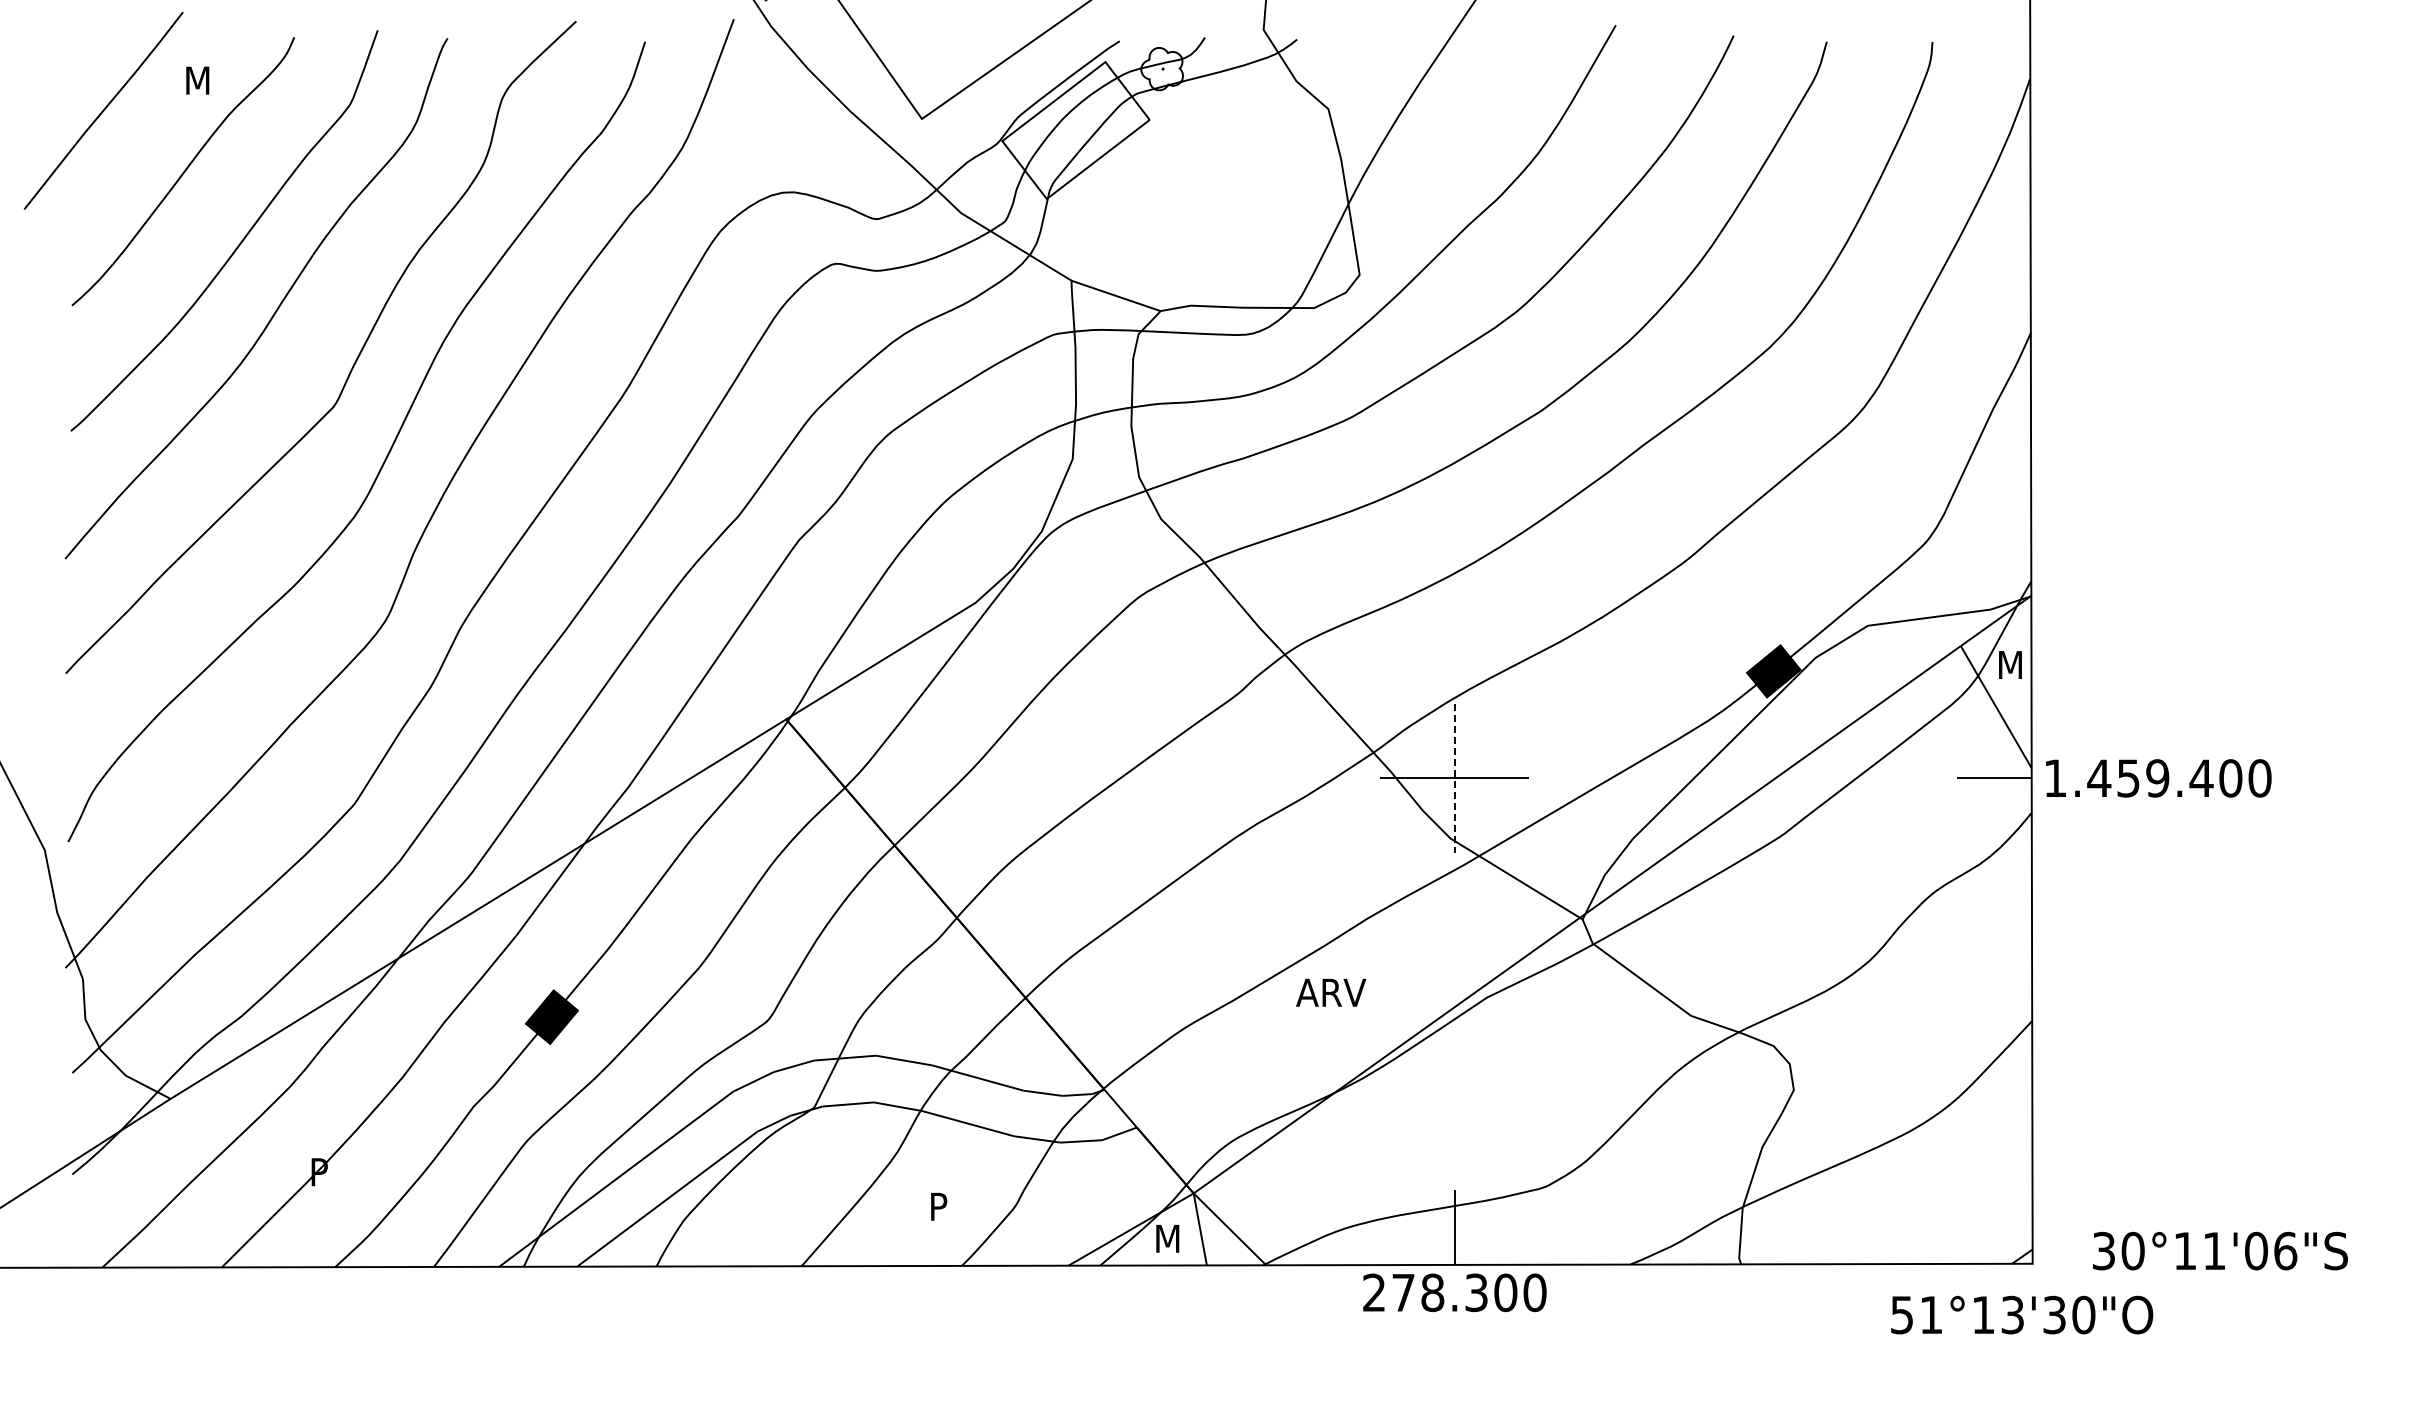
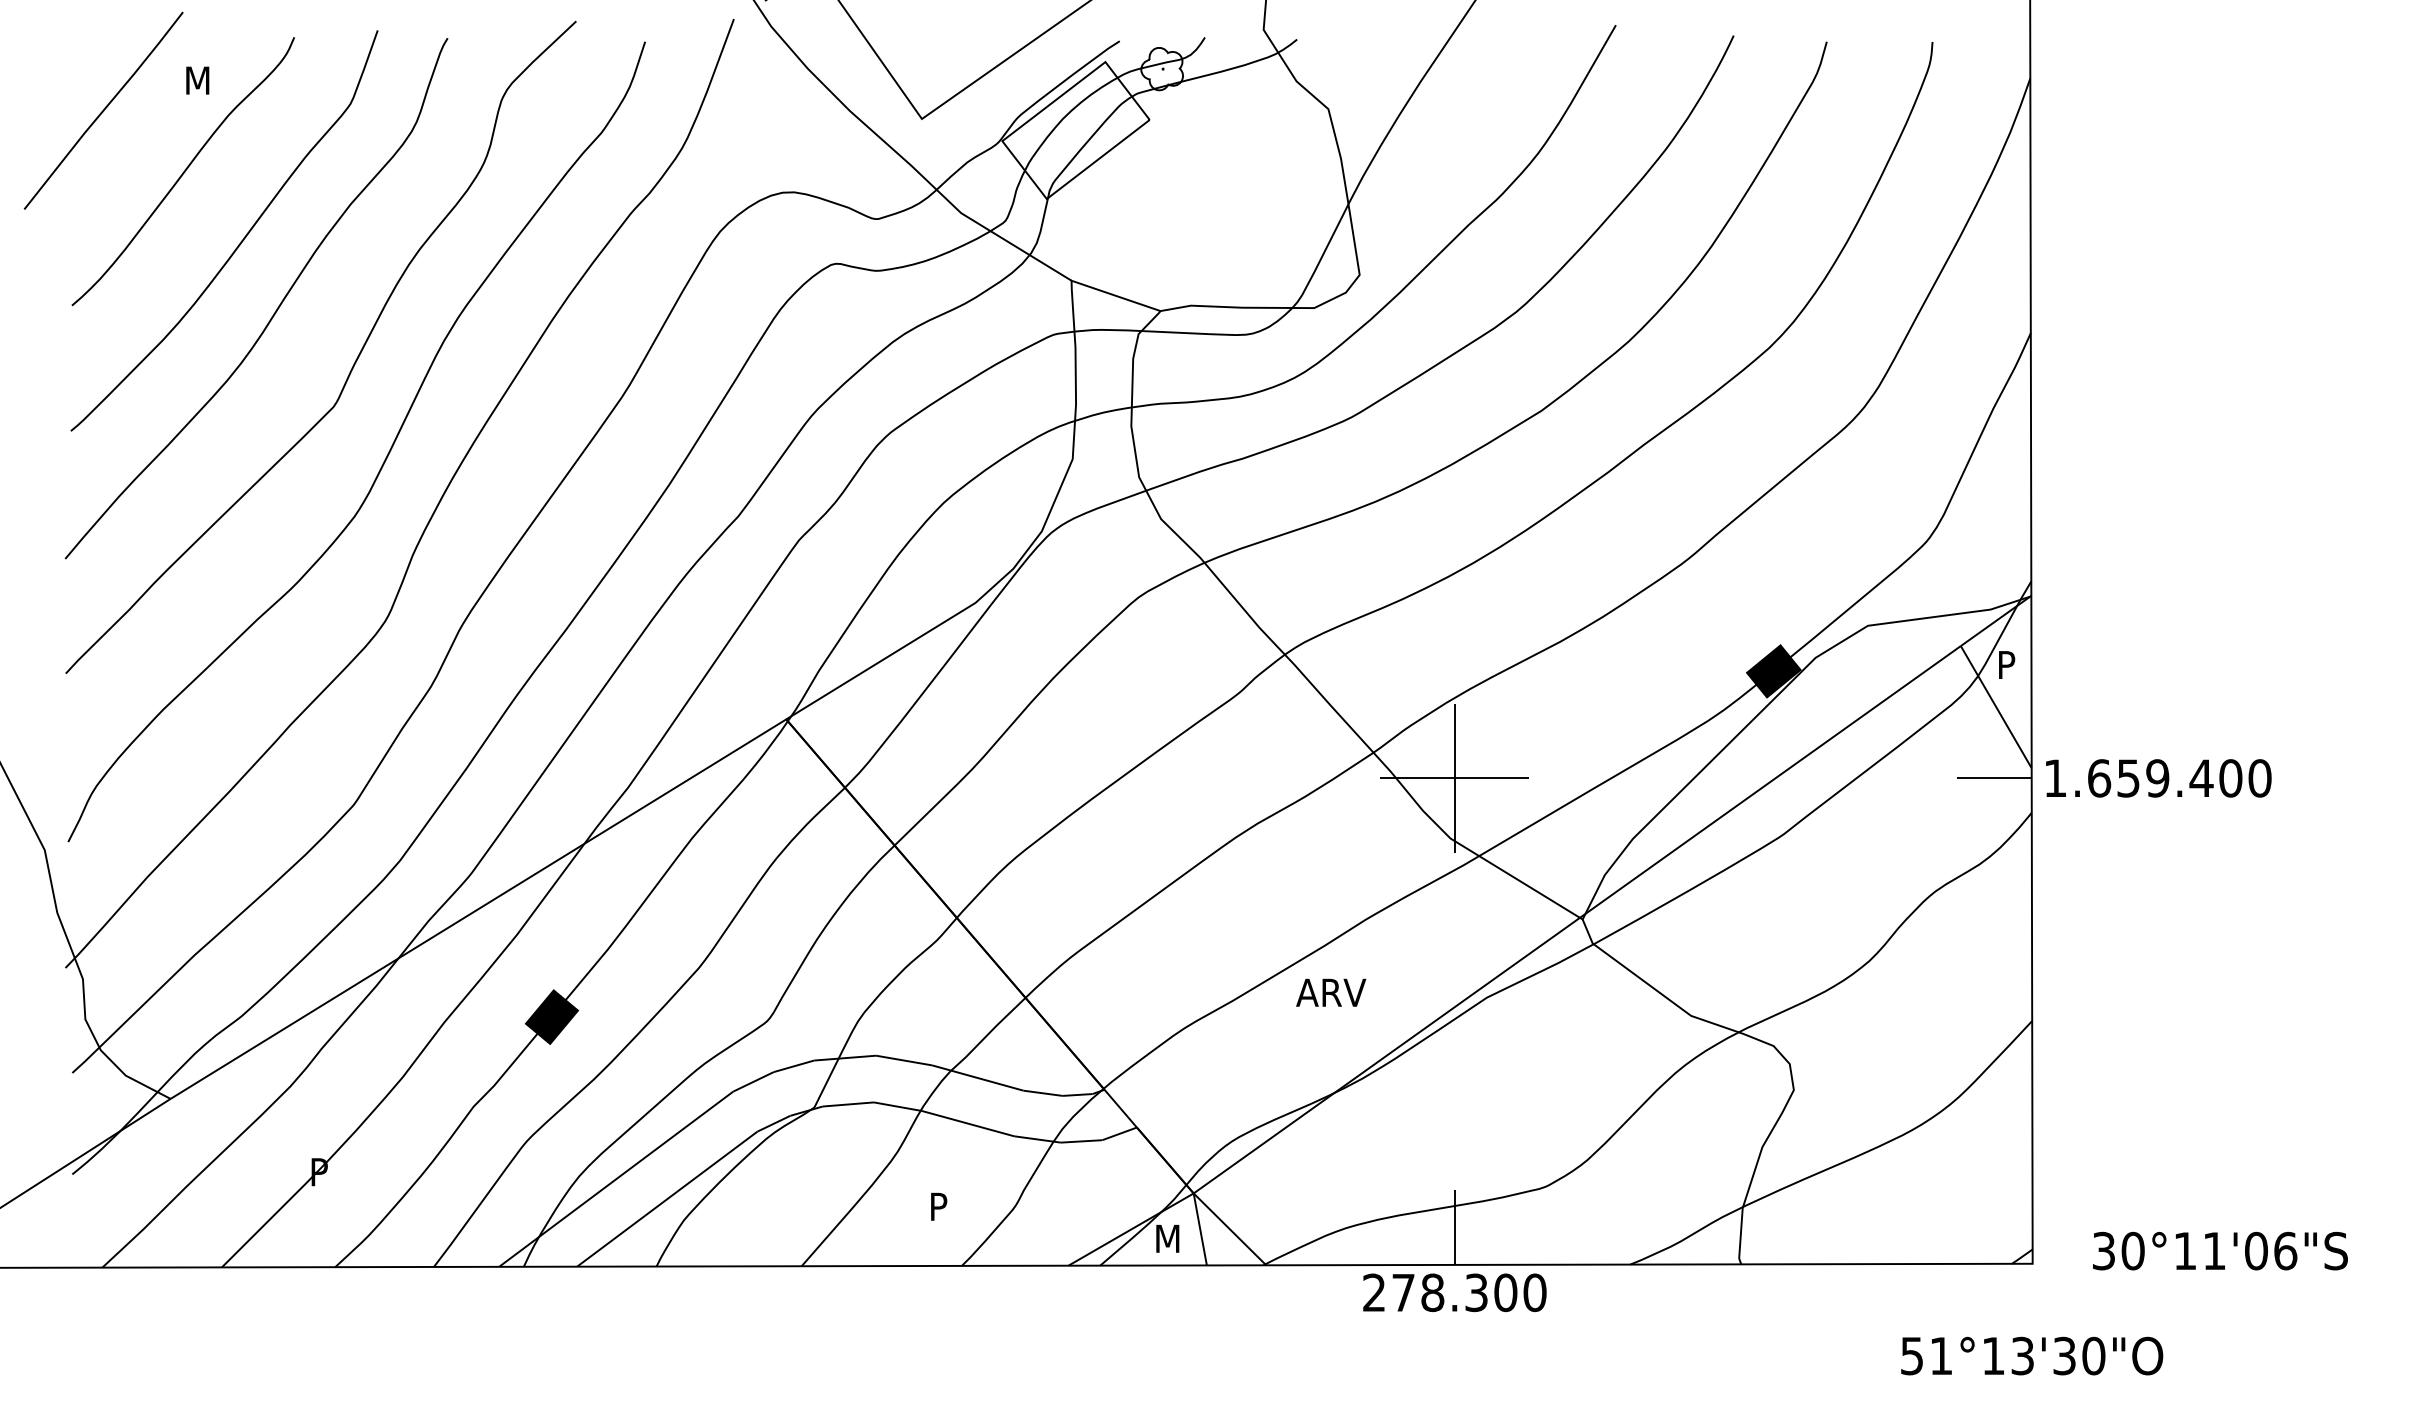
text at (2011, 664): M -> P
line at (1454, 778): dashed -> solid
text at (2099, 778): 1.459.400 -> 1.659.400
text at (2022, 1314) position: (2022, 1314) -> (2032, 1355)
